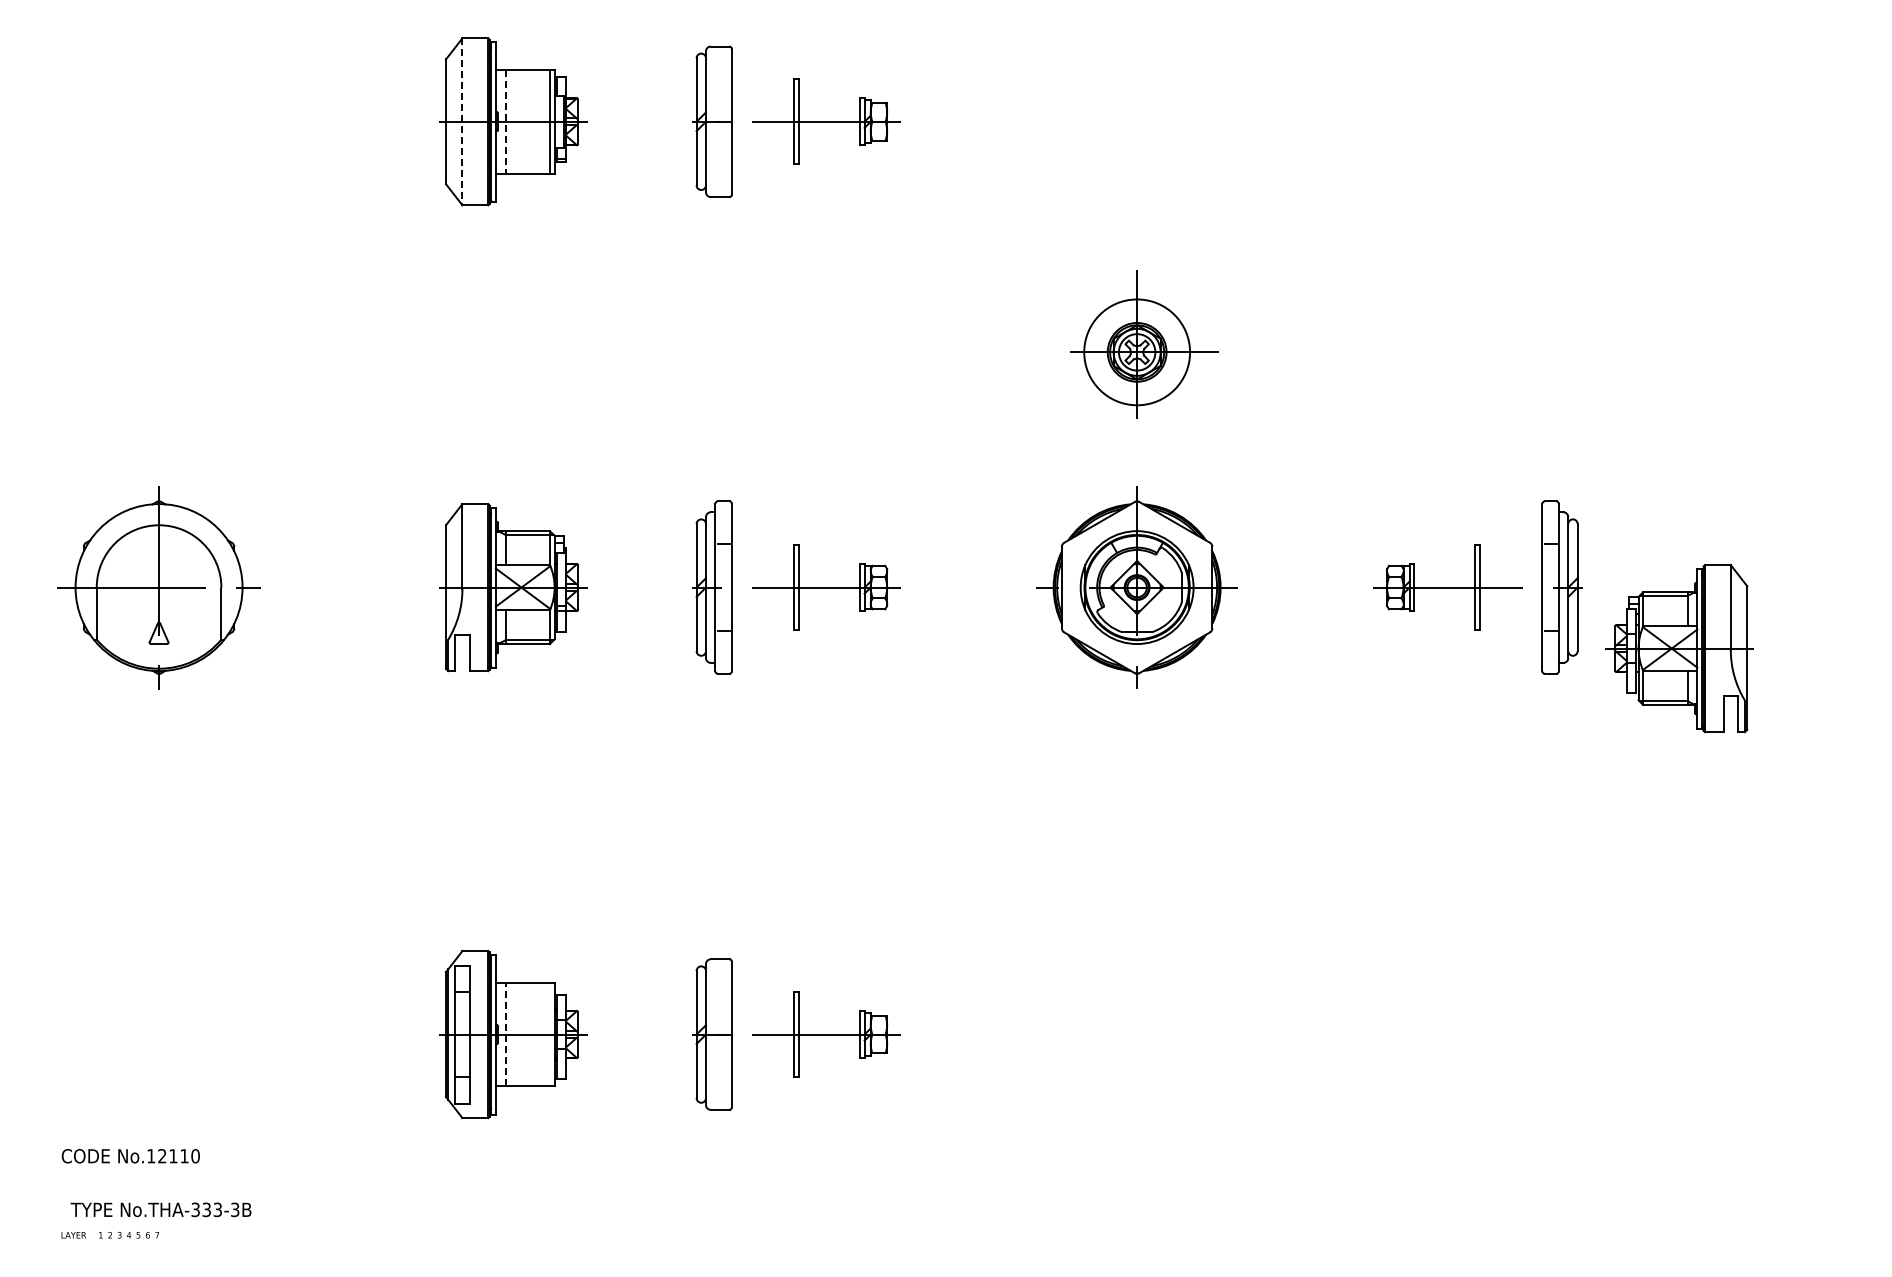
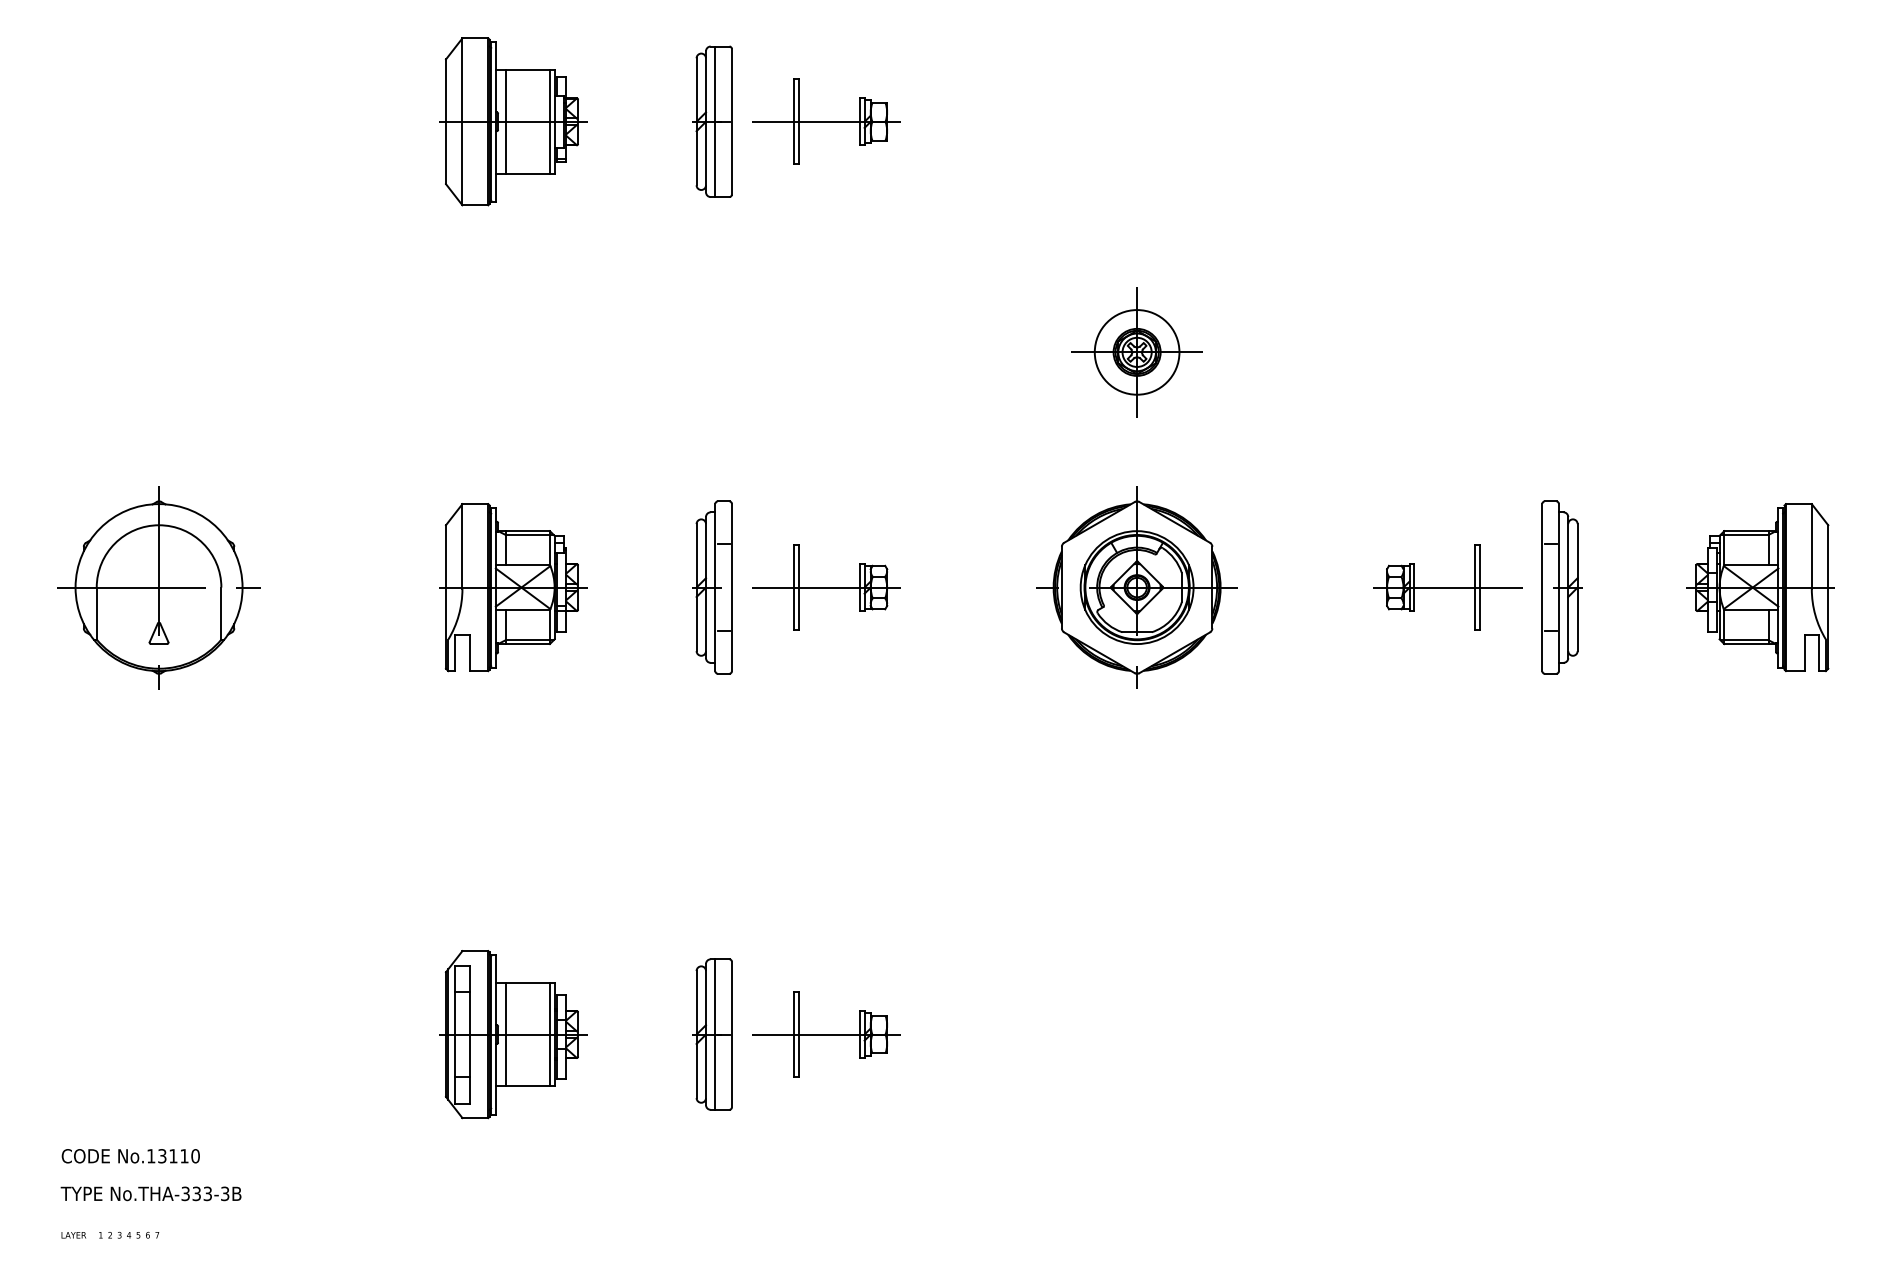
line at (505, 121): dashed -> solid
line at (715, 121): none -> present
line at (462, 122): dashed -> solid
part at (1144, 344) size: 149x149 px -> 132x131 px
part at (1679, 648) position: (1679, 648) -> (1760, 587)
line at (505, 1034): dashed -> solid
line at (549, 1034): none -> present
line at (715, 1034): none -> present
text at (162, 1156): No.12110 -> No.13110
text at (160, 1209) position: (160, 1209) -> (150, 1193)
